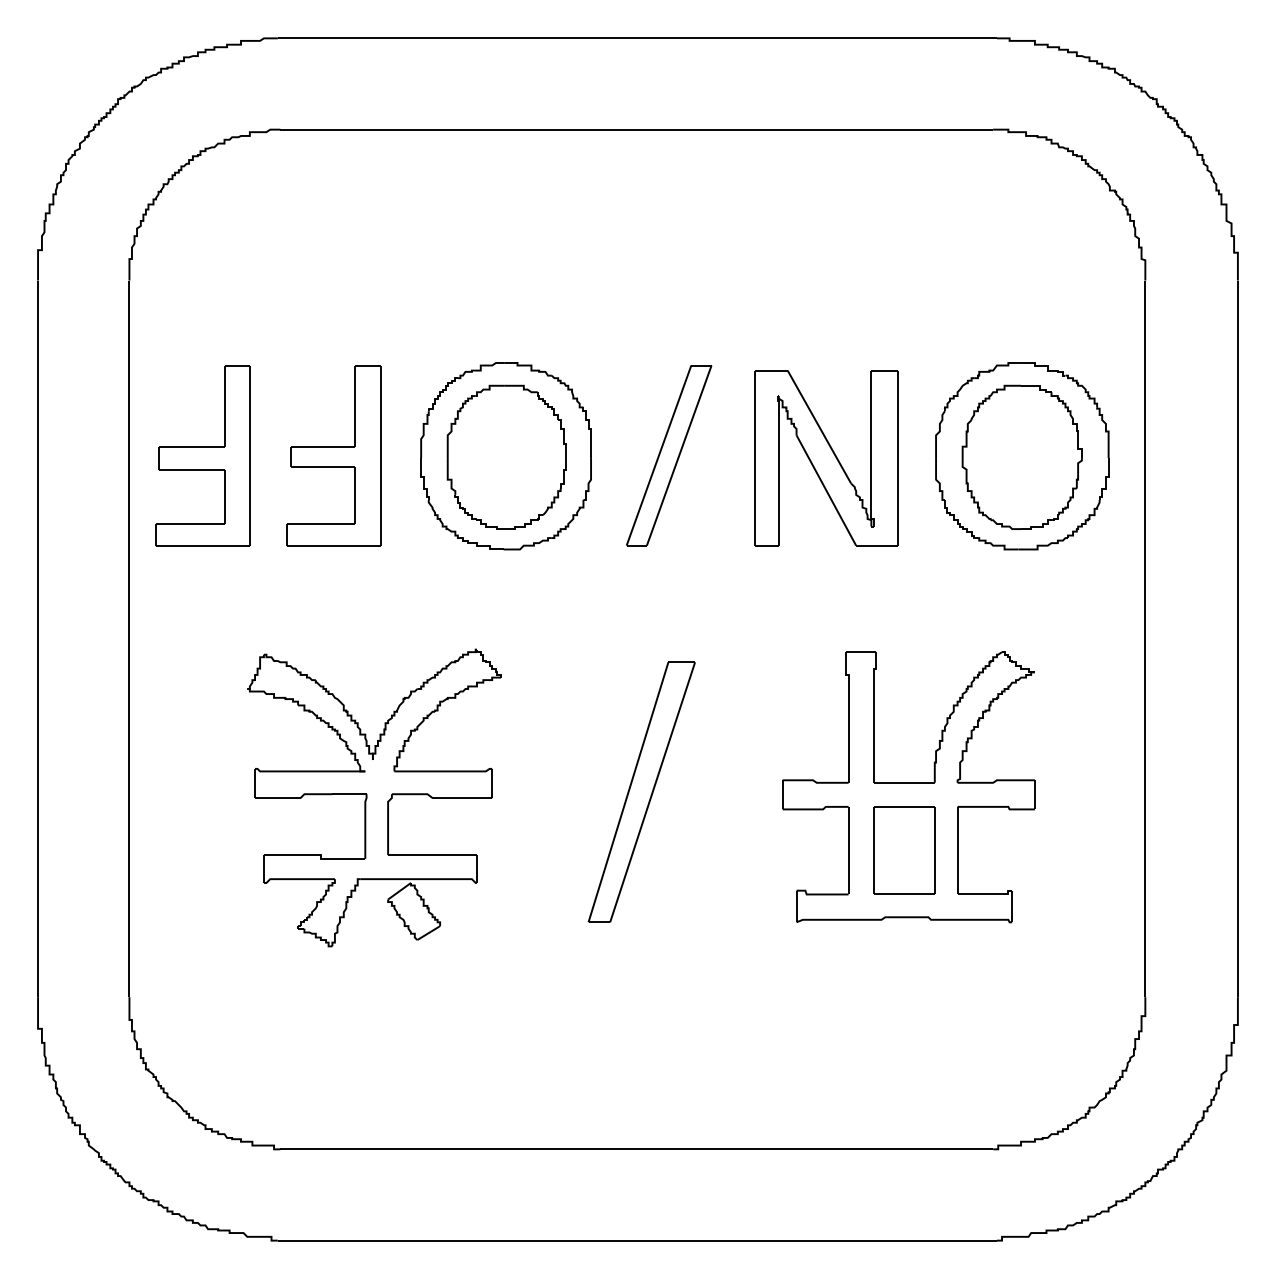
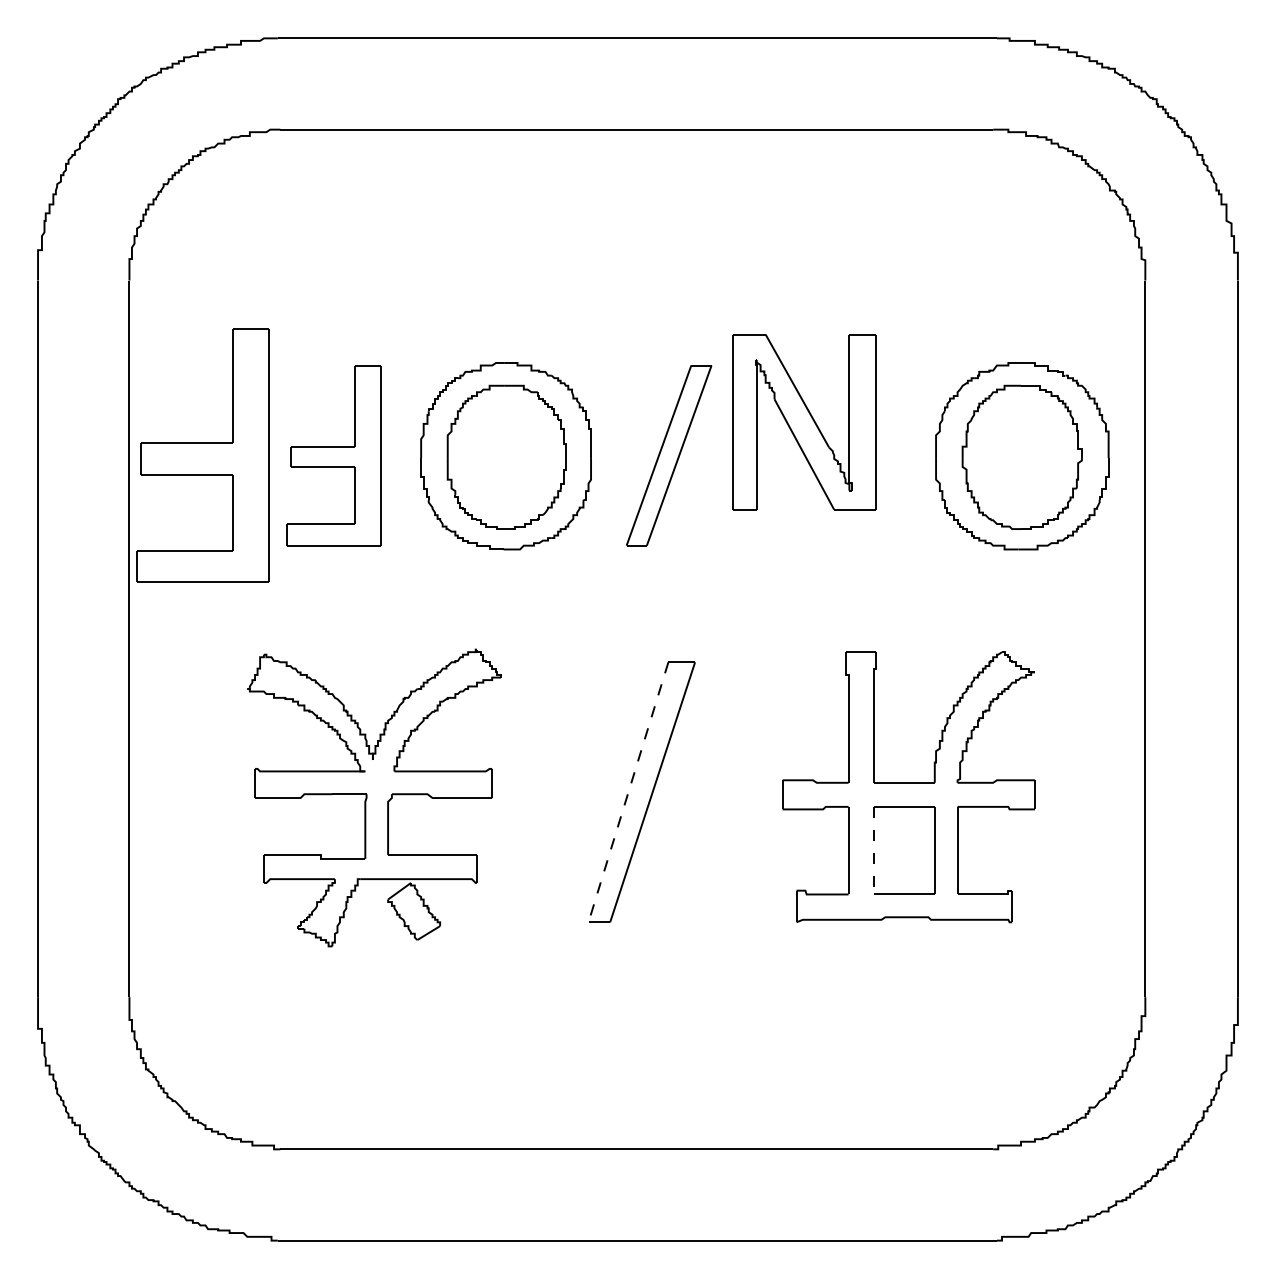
part at (202, 455) size: 96x182 px -> 134x255 px
part at (826, 458) position: (826, 458) -> (804, 422)
line at (628, 792): solid -> dashed
line at (873, 850): solid -> dashed
